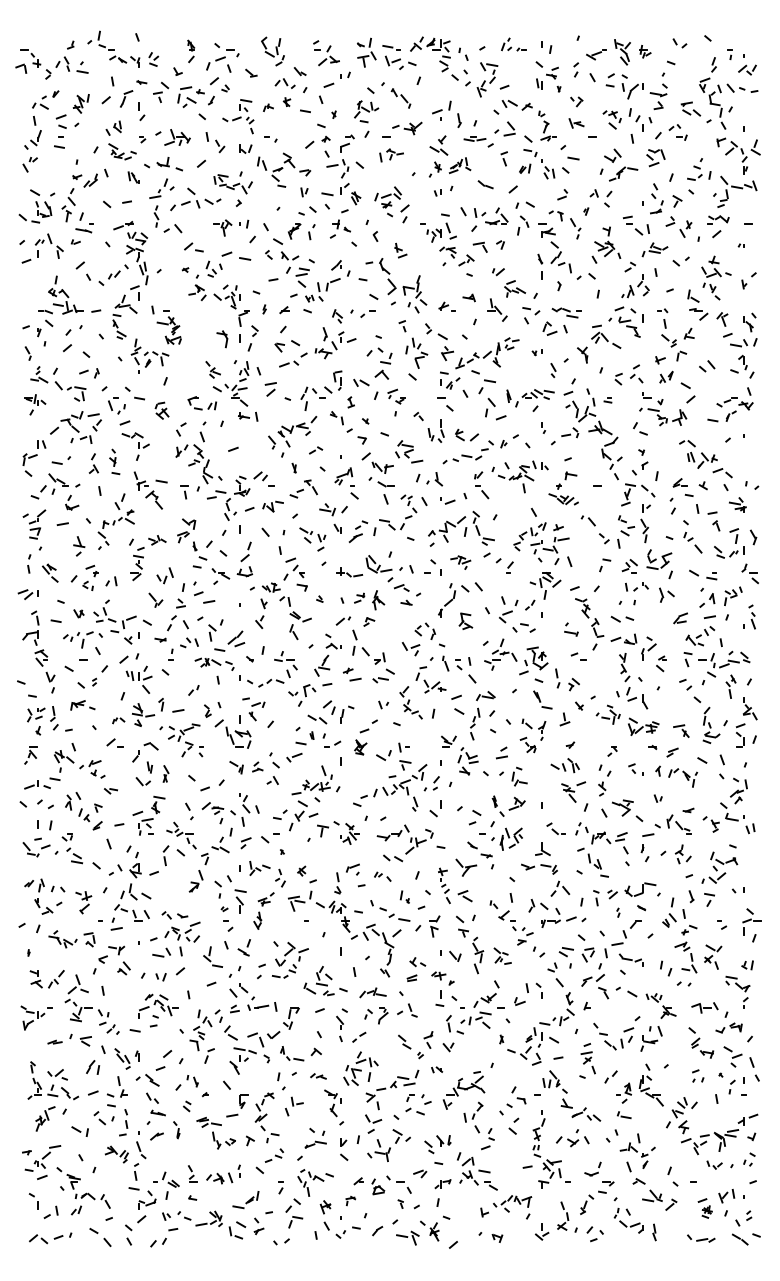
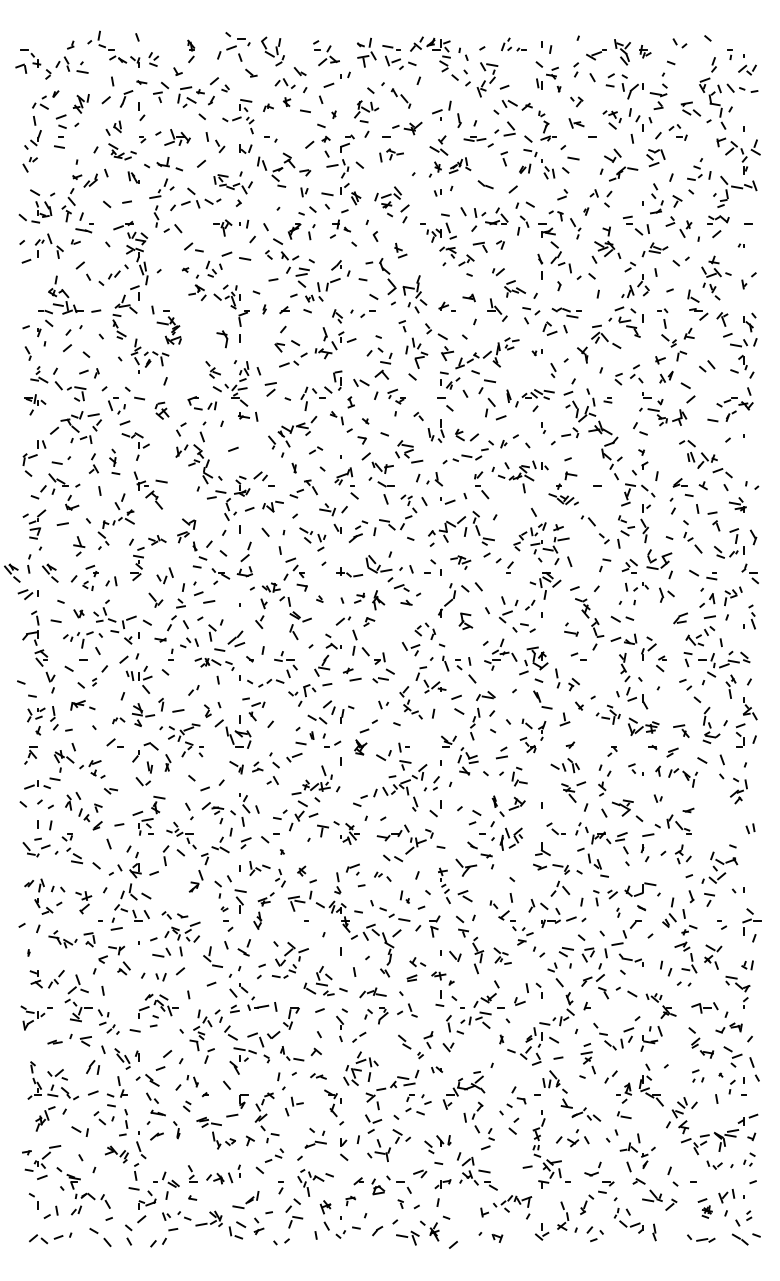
part at (222, 57) position: (222, 57) -> (233, 46)
part at (252, 338): present -> none
part at (184, 492): present -> none
part at (12, 572): none -> present
part at (165, 773) position: (165, 773) -> (167, 762)
part at (723, 817): present -> none
part at (539, 868) position: (539, 868) -> (551, 868)
